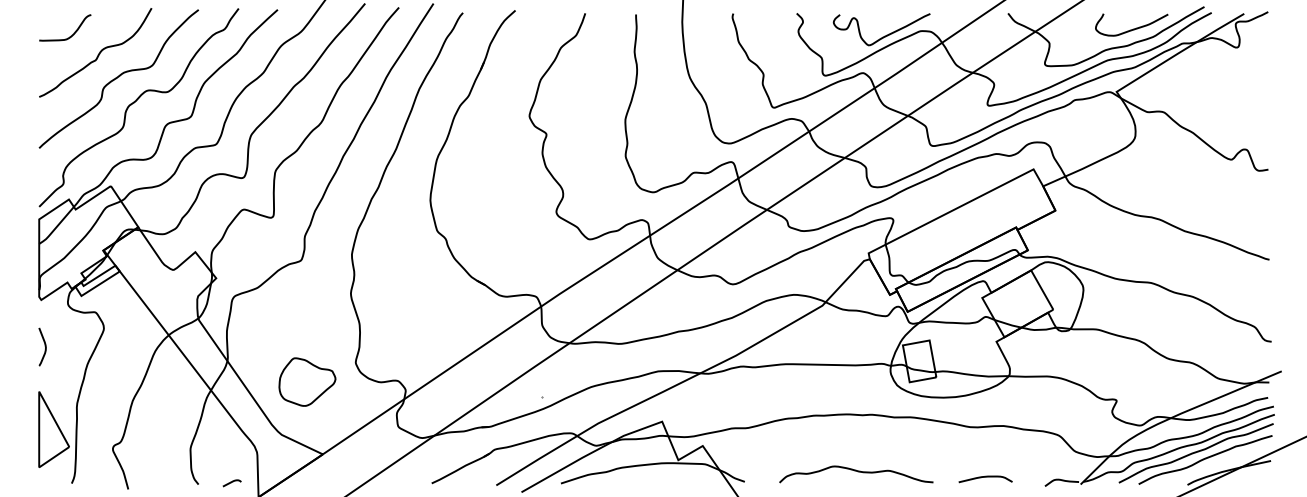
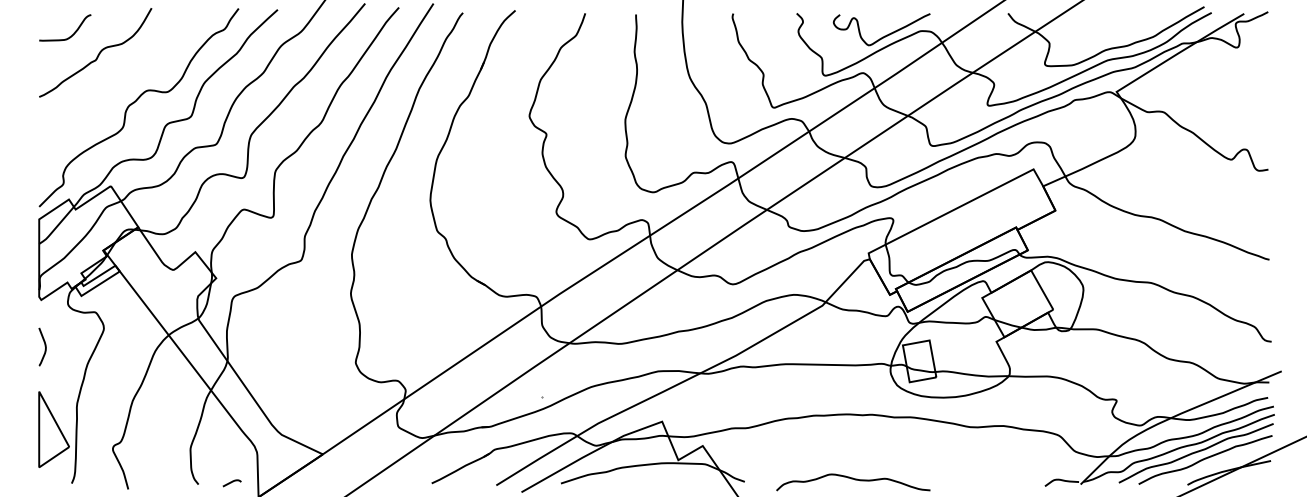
curve at (1133, 28): present -> none
curve at (118, 77): present -> none
part at (307, 381): present -> none
curve at (857, 472) position: (857, 472) -> (854, 480)
curve at (985, 477): present -> none
